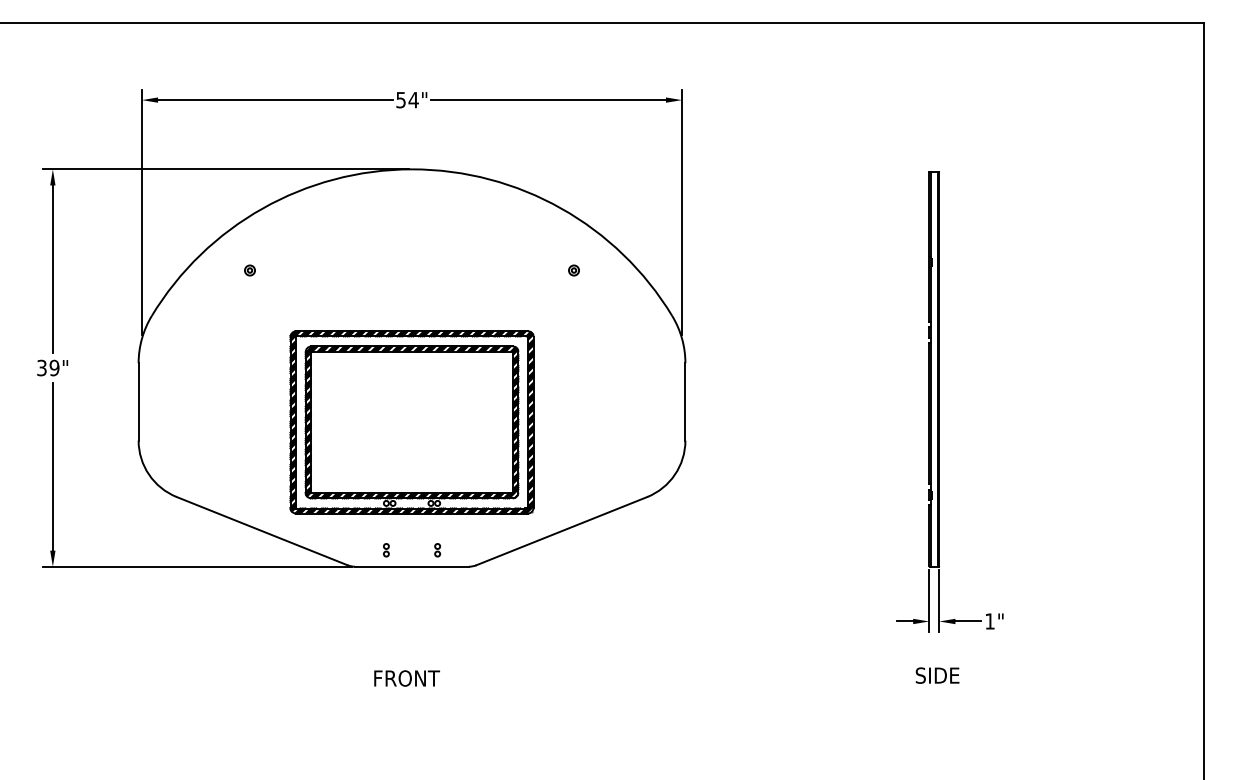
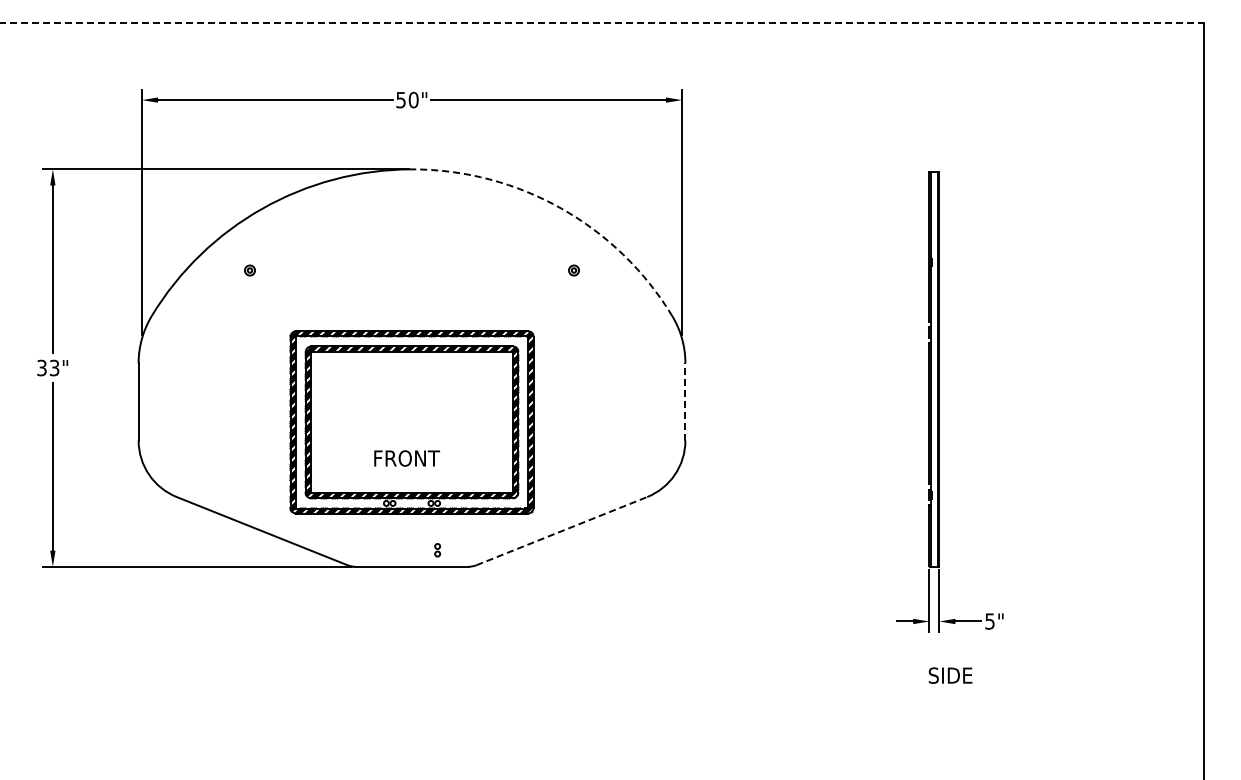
line at (602, 23): solid -> dashed
text at (413, 99): 54" -> 50"
arc at (561, 208): solid -> dashed
text at (54, 368): 39" -> 33"
line at (685, 401): solid -> dashed
line at (561, 531): solid -> dashed
part at (386, 550): present -> none
text at (989, 621): 1" -> 5"
text at (937, 675) position: (937, 675) -> (950, 675)
text at (406, 678) position: (406, 678) -> (406, 458)
